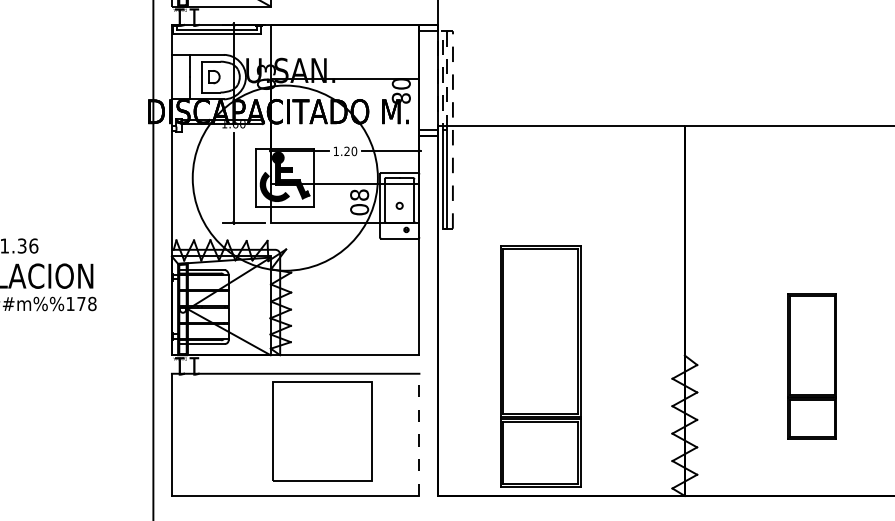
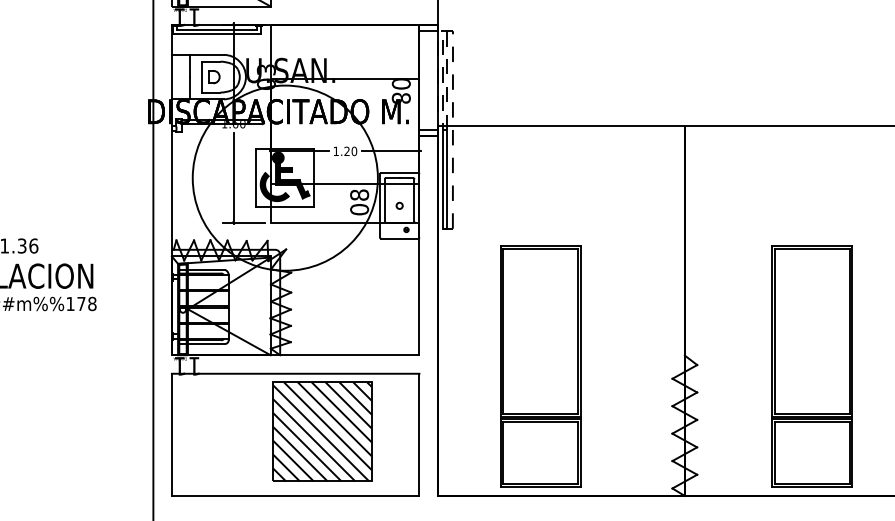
part at (811, 366) size: 50x147 px -> 82x243 px
hatch at (321, 431): none -> present
line at (419, 434): dashed -> solid
